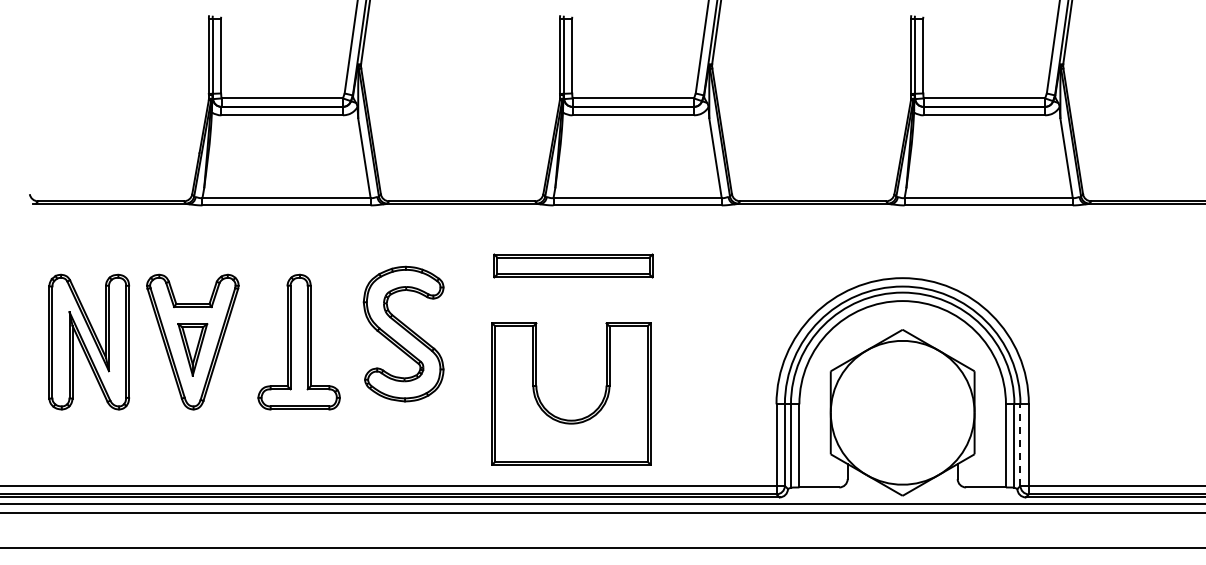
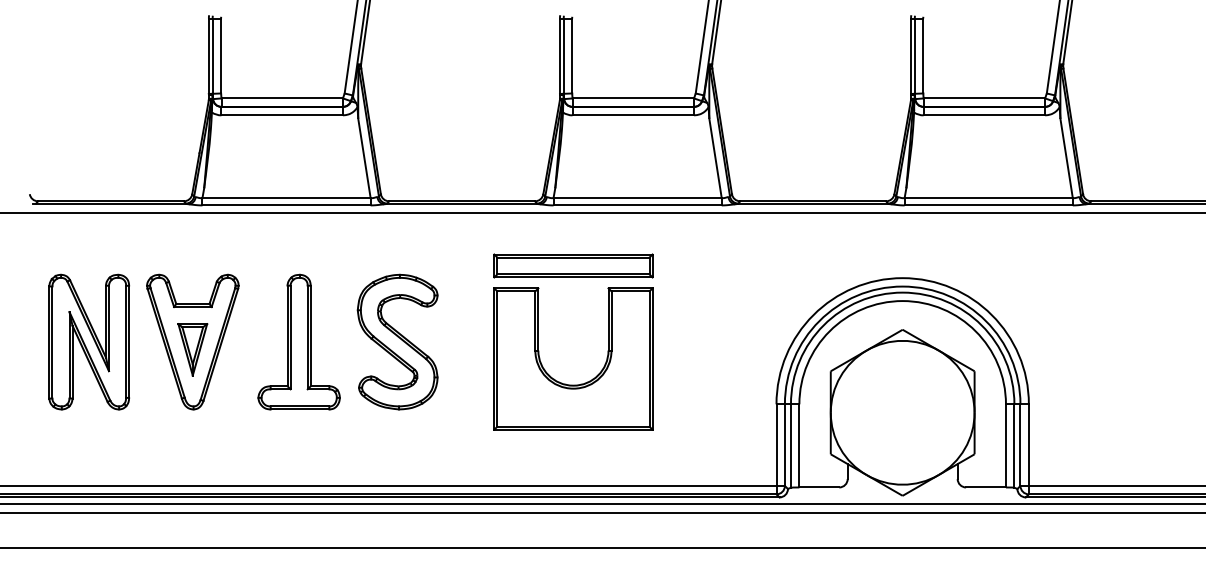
line at (602, 212): none -> present
part at (403, 333) position: (403, 333) -> (397, 341)
part at (578, 418) position: (578, 418) -> (580, 383)
line at (1020, 445): dashed -> solid
